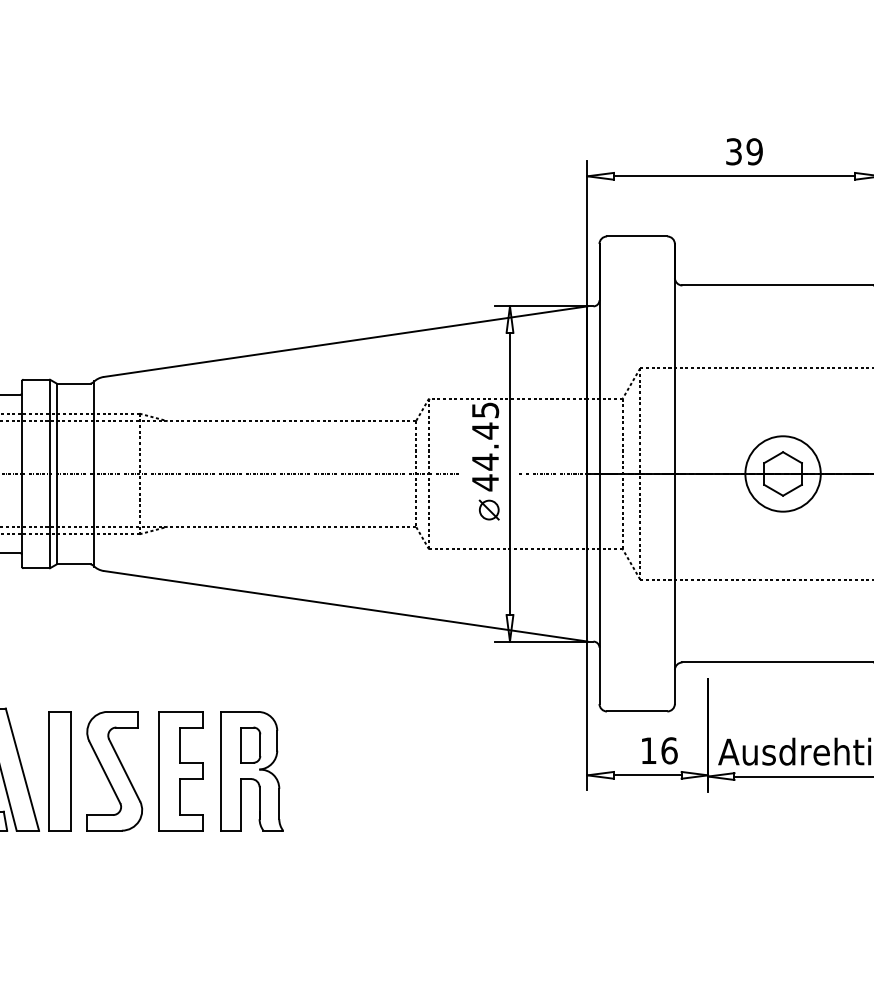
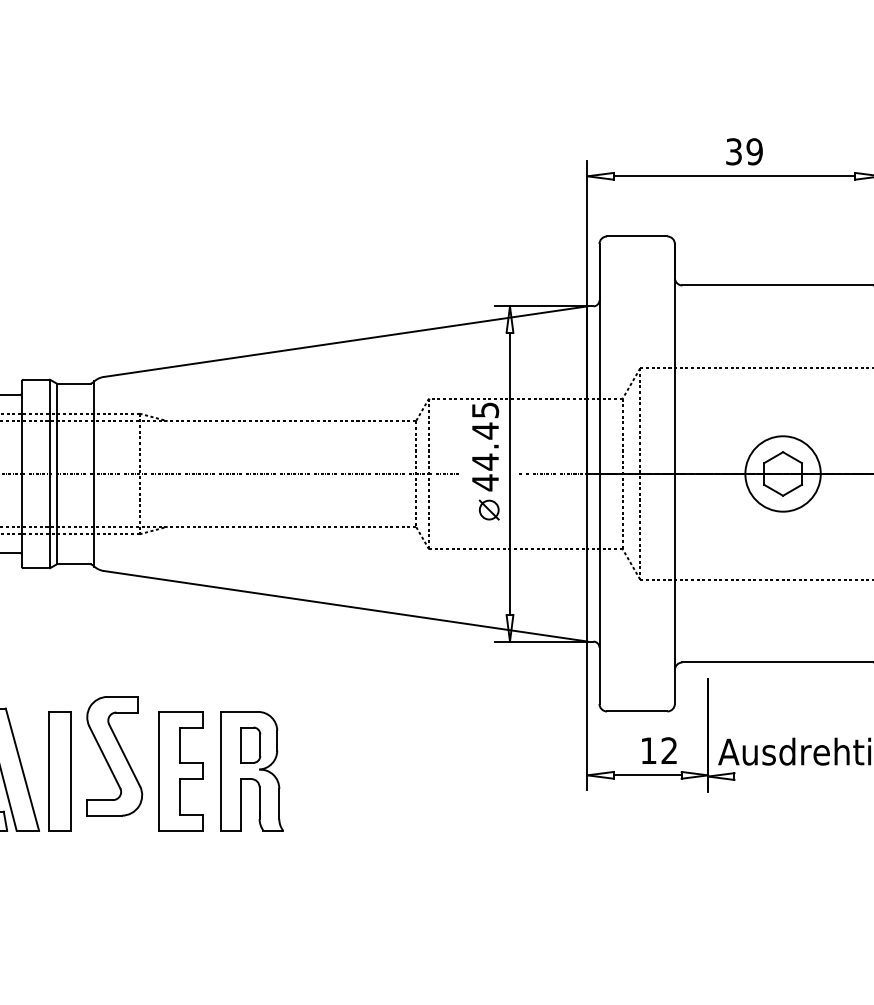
text at (669, 750): 16 -> 12
part at (114, 771) position: (114, 771) -> (114, 756)
line at (802, 776): present -> none
